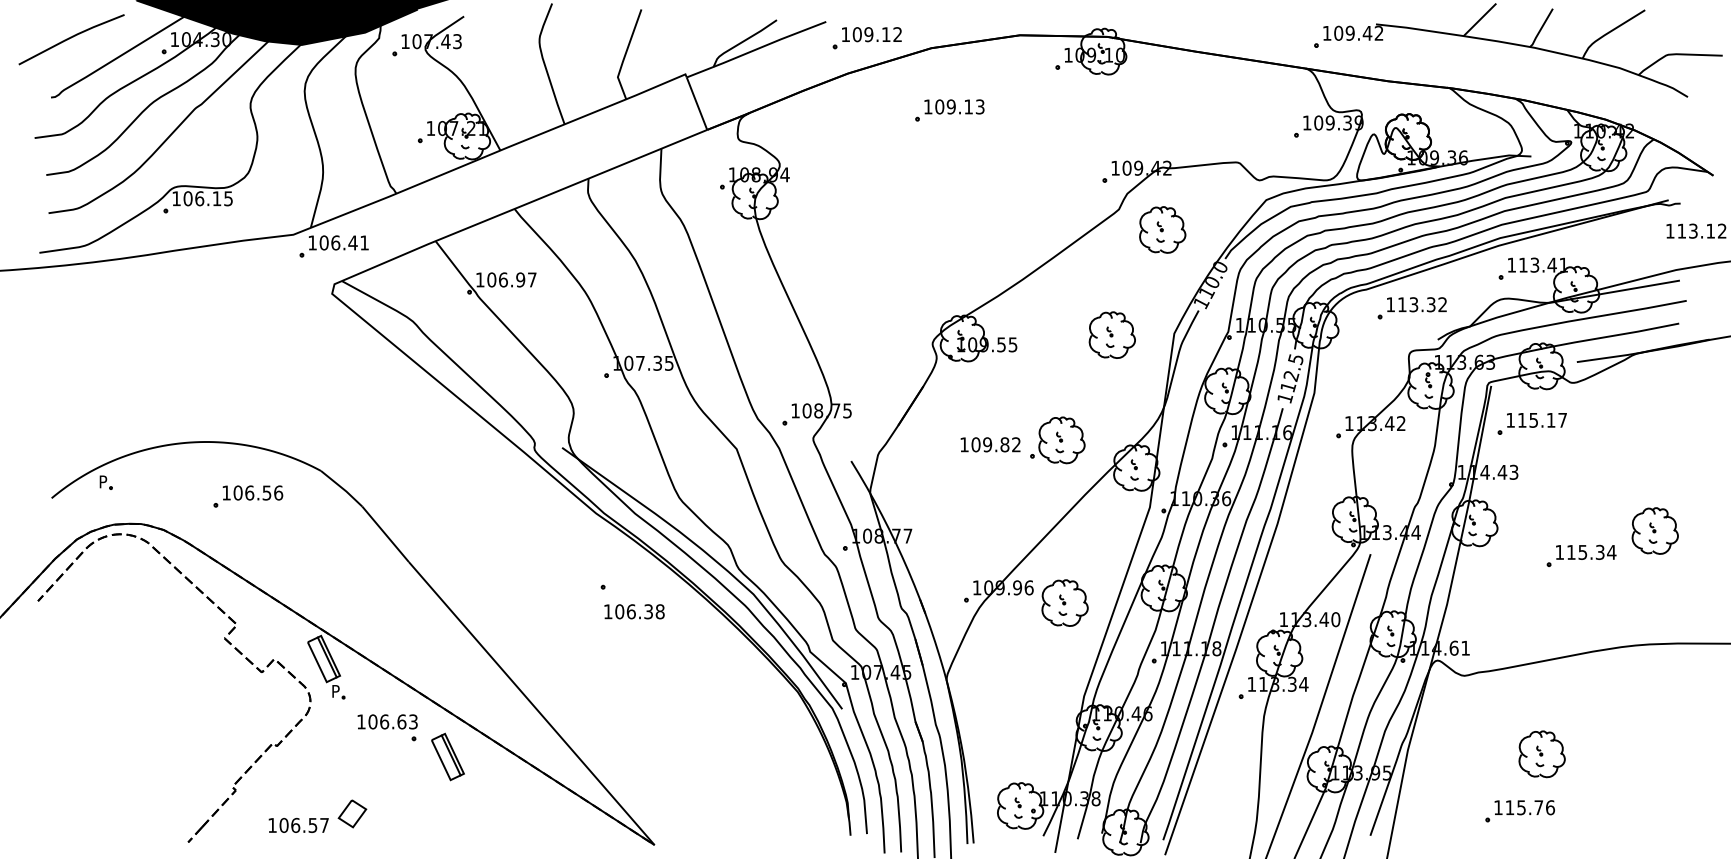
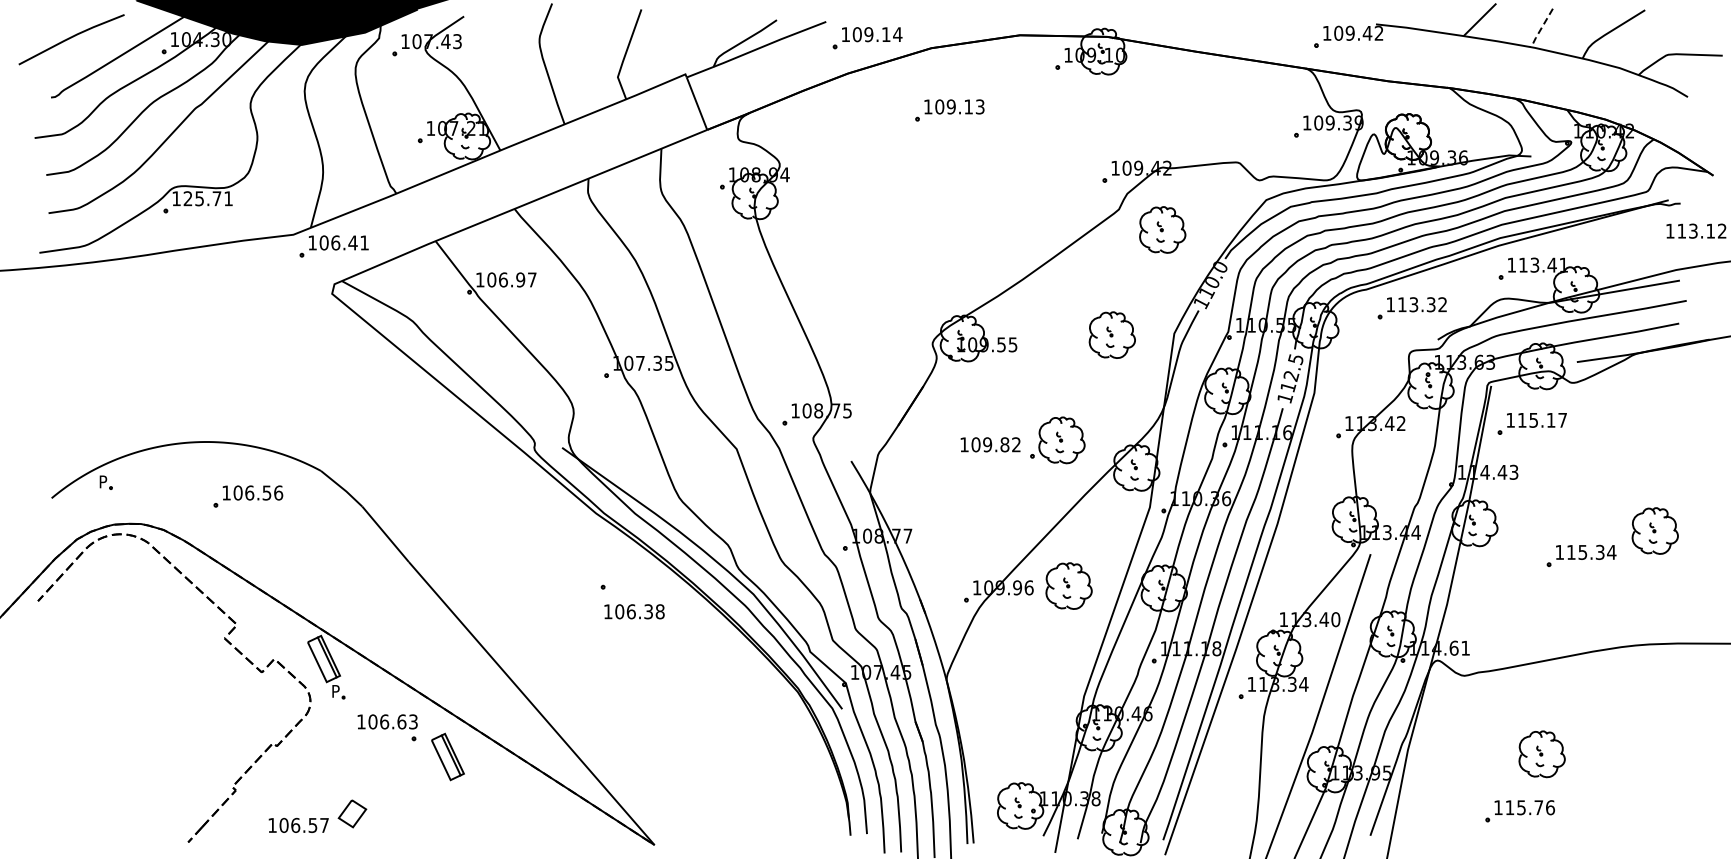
line at (1540, 29): solid -> dashed
text at (897, 34): 109.12 -> 109.14
text at (207, 198): 106.15 -> 125.71
part at (1064, 602) position: (1064, 602) -> (1068, 585)
